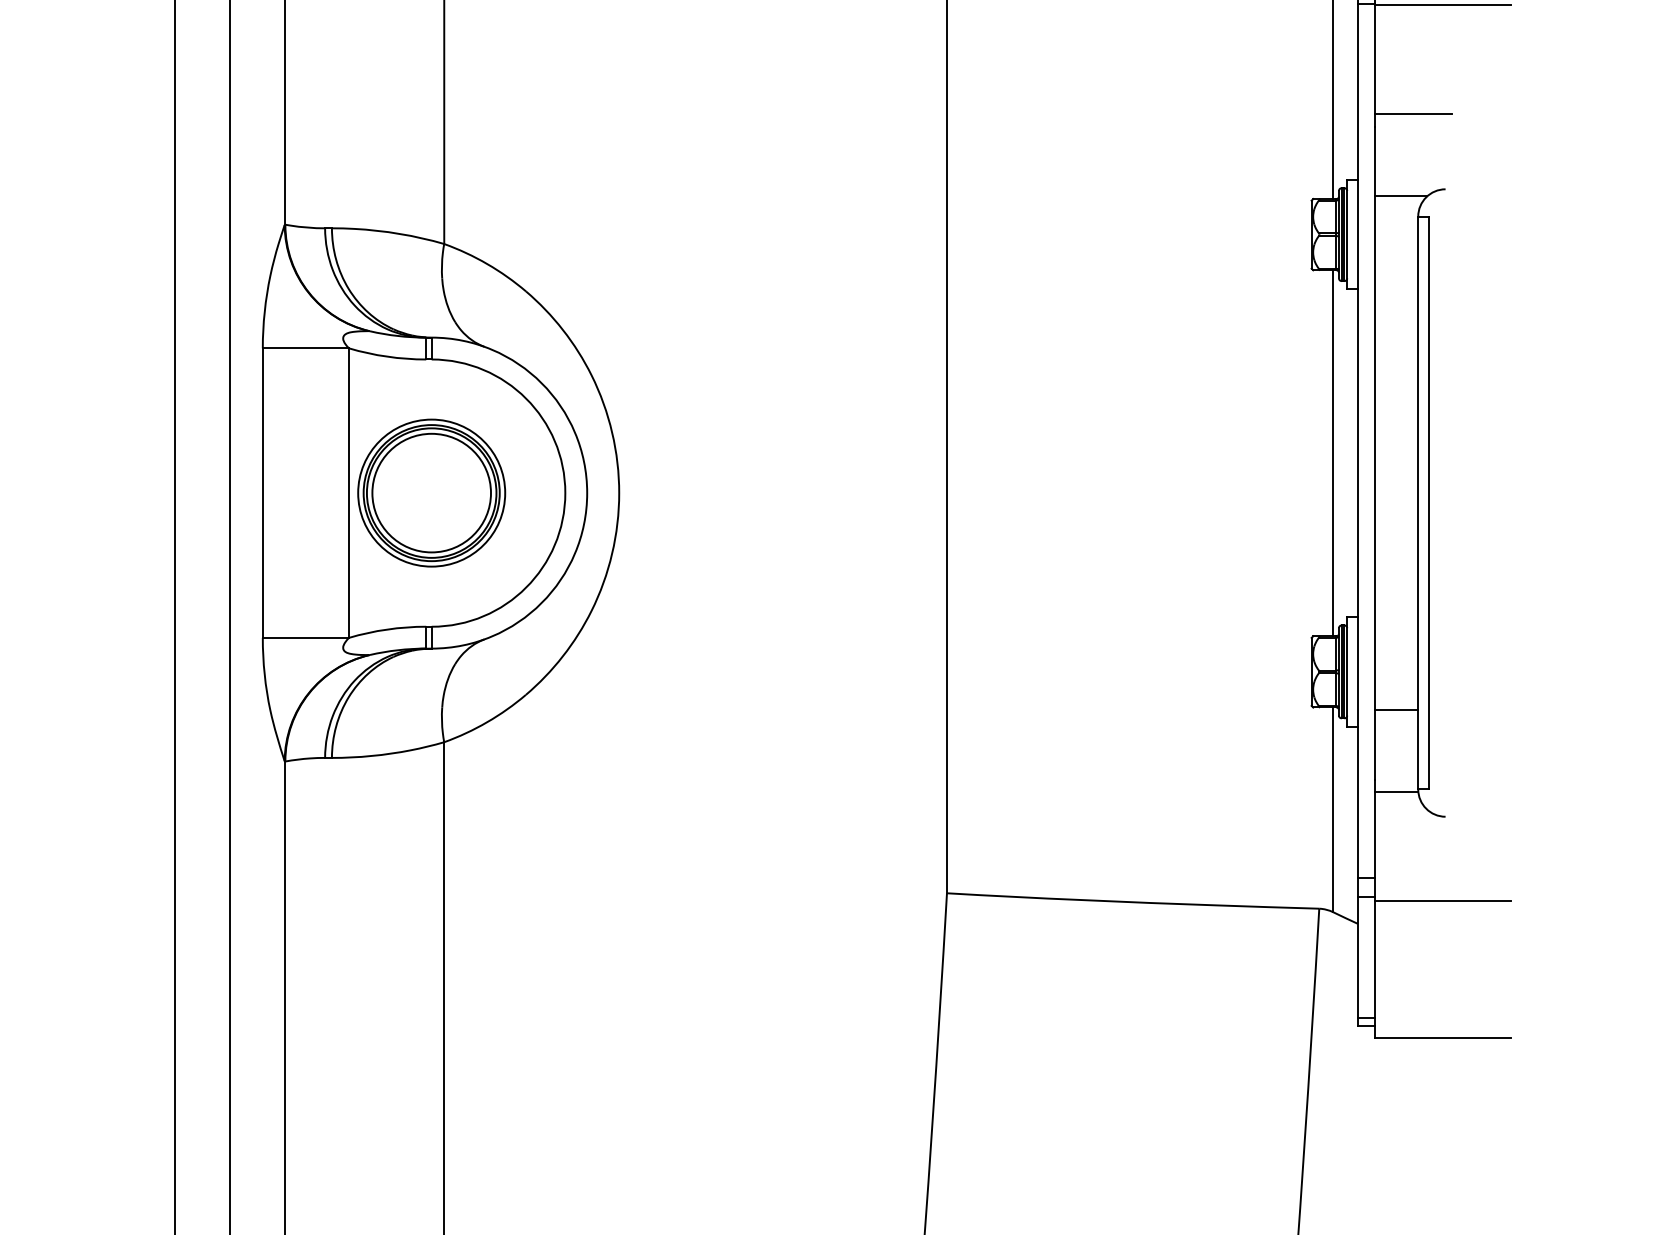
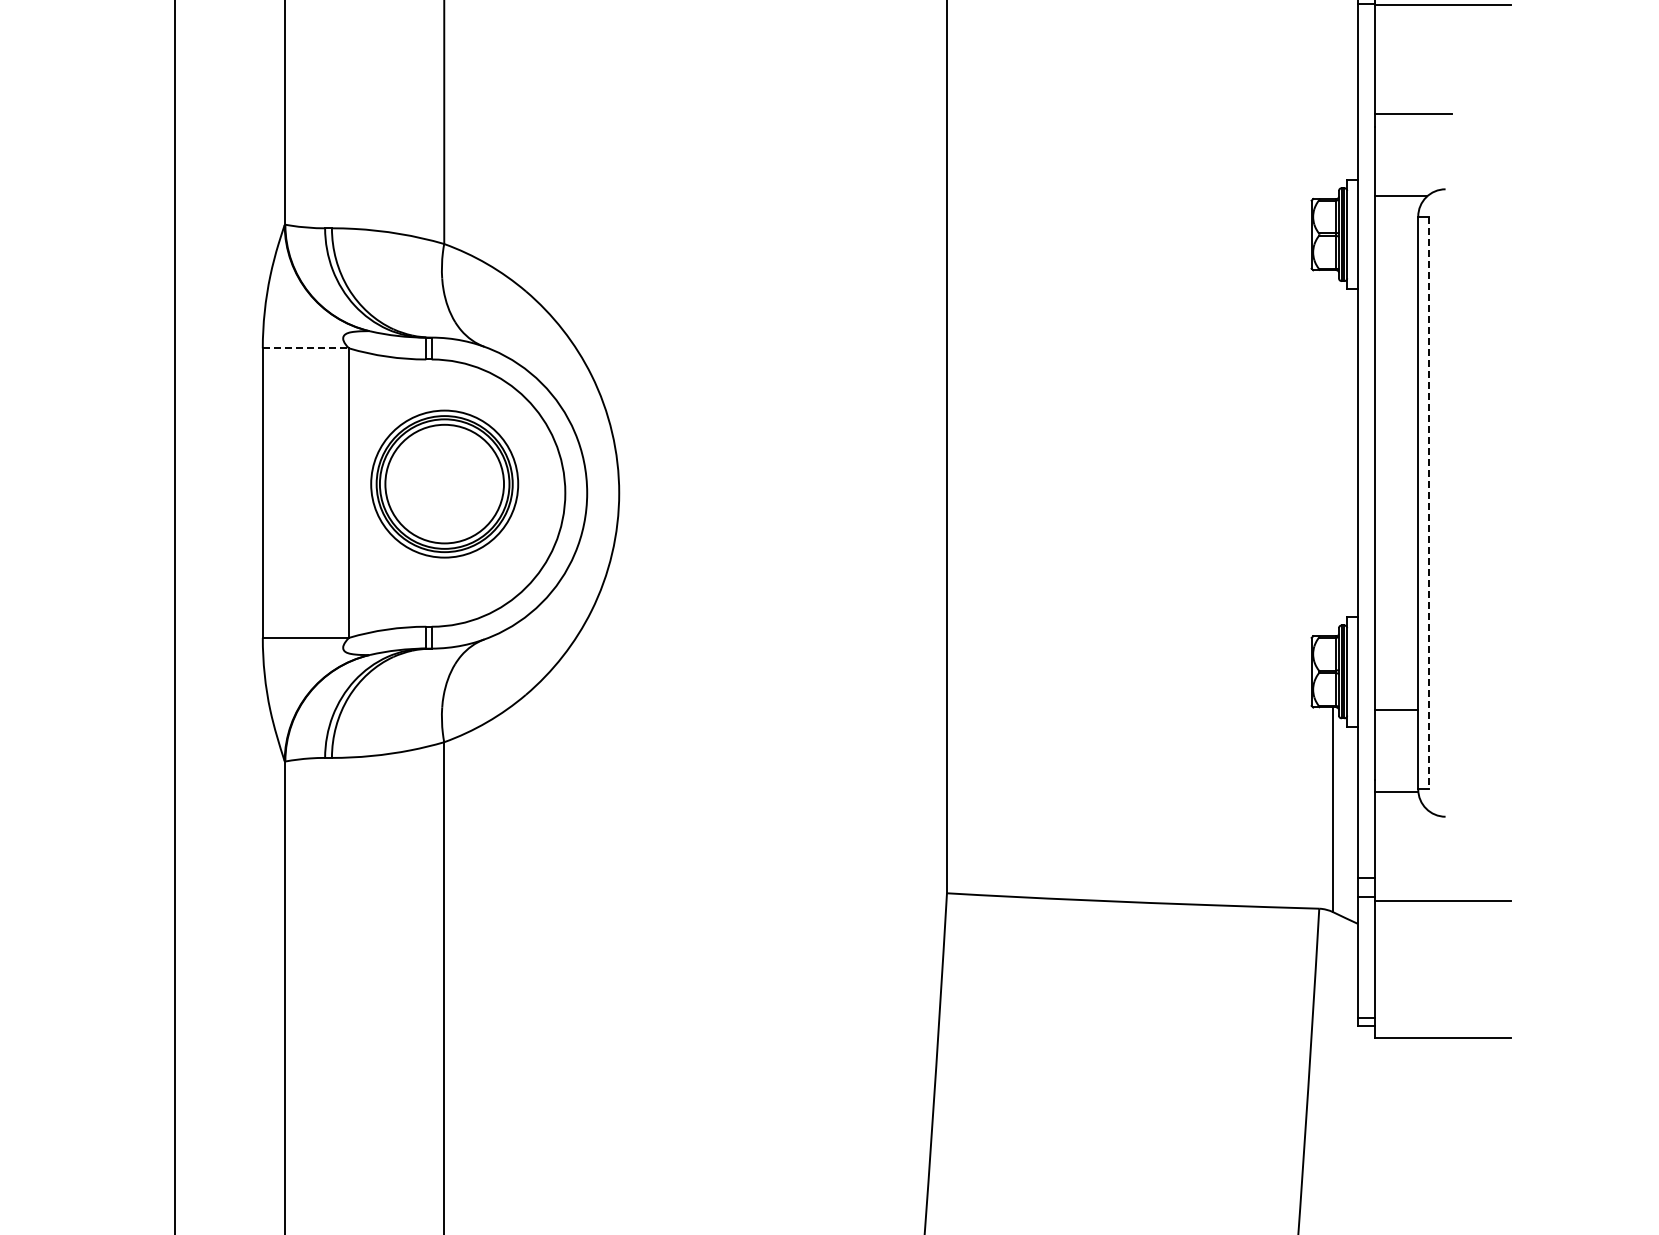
line at (1333, 100): present -> none
line at (306, 348): solid -> dashed
line at (1333, 453): present -> none
part at (431, 492) position: (431, 492) -> (444, 483)
line at (1429, 503): solid -> dashed
line at (229, 616): present -> none
